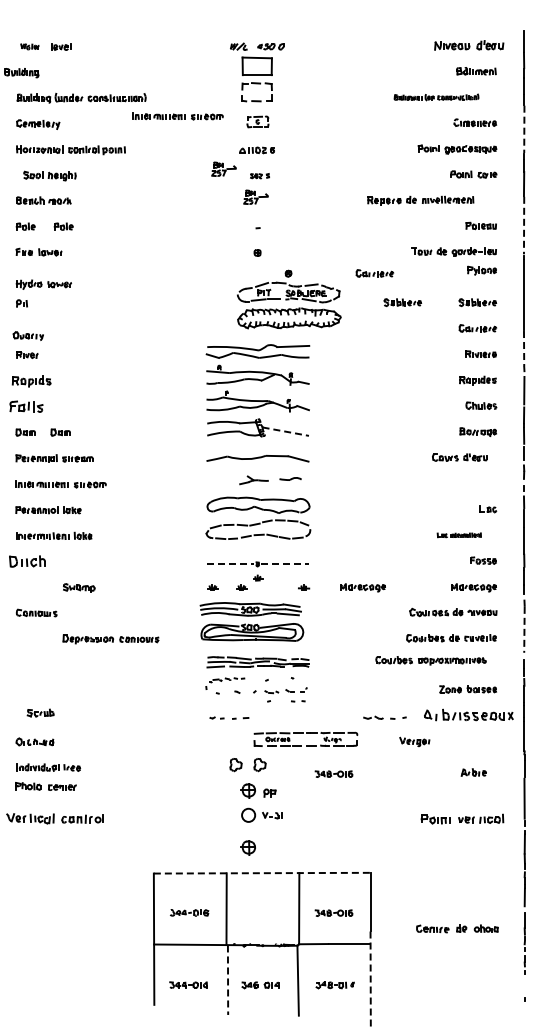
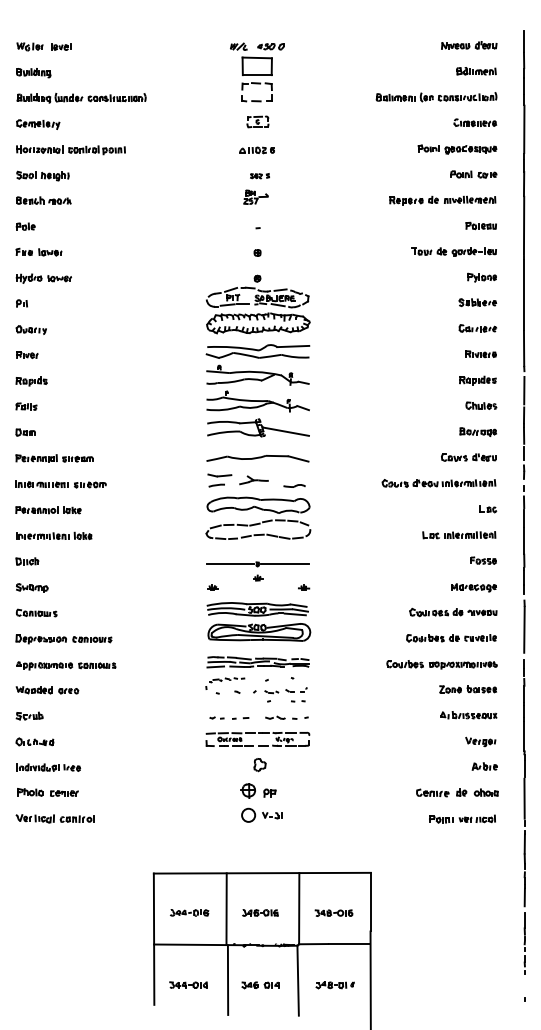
part at (469, 45) size: 71x11 px -> 57x9 px
part at (29, 46) size: 20x8 px -> 28x10 px
part at (21, 73) position: (21, 73) -> (33, 73)
part at (436, 97) size: 87x9 px -> 123x11 px
part at (177, 116): present -> none
line at (524, 129): dashed -> solid
part at (223, 168): present -> none
part at (49, 175) position: (49, 175) -> (42, 175)
part at (420, 200) position: (420, 200) -> (442, 200)
line at (524, 225): dashed -> solid
part at (63, 226): present -> none
part at (481, 270) position: (481, 270) -> (481, 277)
part at (374, 273): present -> none
part at (43, 284) position: (43, 284) -> (43, 278)
part at (289, 299) position: (289, 299) -> (258, 304)
part at (402, 302): present -> none
part at (27, 335) position: (27, 335) -> (30, 329)
line at (524, 348): dashed -> solid
part at (31, 381) size: 41x13 px -> 33x11 px
part at (26, 406) size: 35x13 px -> 23x9 px
line at (285, 431): dashed -> solid
part at (60, 432): present -> none
part at (459, 457) position: (459, 457) -> (468, 457)
line at (290, 478) position: (290, 478) -> (294, 485)
part at (219, 480): none -> present
part at (438, 483): none -> present
part at (458, 535) size: 46x7 px -> 75x9 px
part at (27, 561) size: 37x13 px -> 25x9 px
line at (230, 564): dashed -> solid
line at (285, 564): dashed -> solid
part at (79, 587) position: (79, 587) -> (32, 587)
part at (241, 587): present -> none
part at (362, 587): present -> none
part at (251, 621) position: (251, 621) -> (258, 621)
line at (524, 629): dashed -> solid
part at (110, 639) position: (110, 639) -> (63, 639)
part at (430, 660) position: (430, 660) -> (441, 664)
part at (66, 665): none -> present
part at (47, 690): none -> present
part at (40, 712) position: (40, 712) -> (29, 715)
part at (468, 714) size: 90x14 px -> 58x9 px
part at (384, 717) position: (384, 717) -> (286, 717)
part at (305, 738) position: (305, 738) -> (257, 738)
part at (414, 741) position: (414, 741) -> (480, 741)
part at (235, 765): present -> none
part at (473, 772) position: (473, 772) -> (484, 766)
part at (333, 773): present -> none
part at (45, 786) position: (45, 786) -> (47, 792)
part at (54, 818) size: 98x12 px -> 80x10 px
part at (462, 818) size: 85x12 px -> 67x10 px
part at (247, 847): present -> none
line at (262, 873): dashed -> solid
part at (260, 912): none -> present
part at (457, 928) position: (457, 928) -> (457, 792)
line at (228, 980): dashed -> solid
line at (370, 980): dashed -> solid
